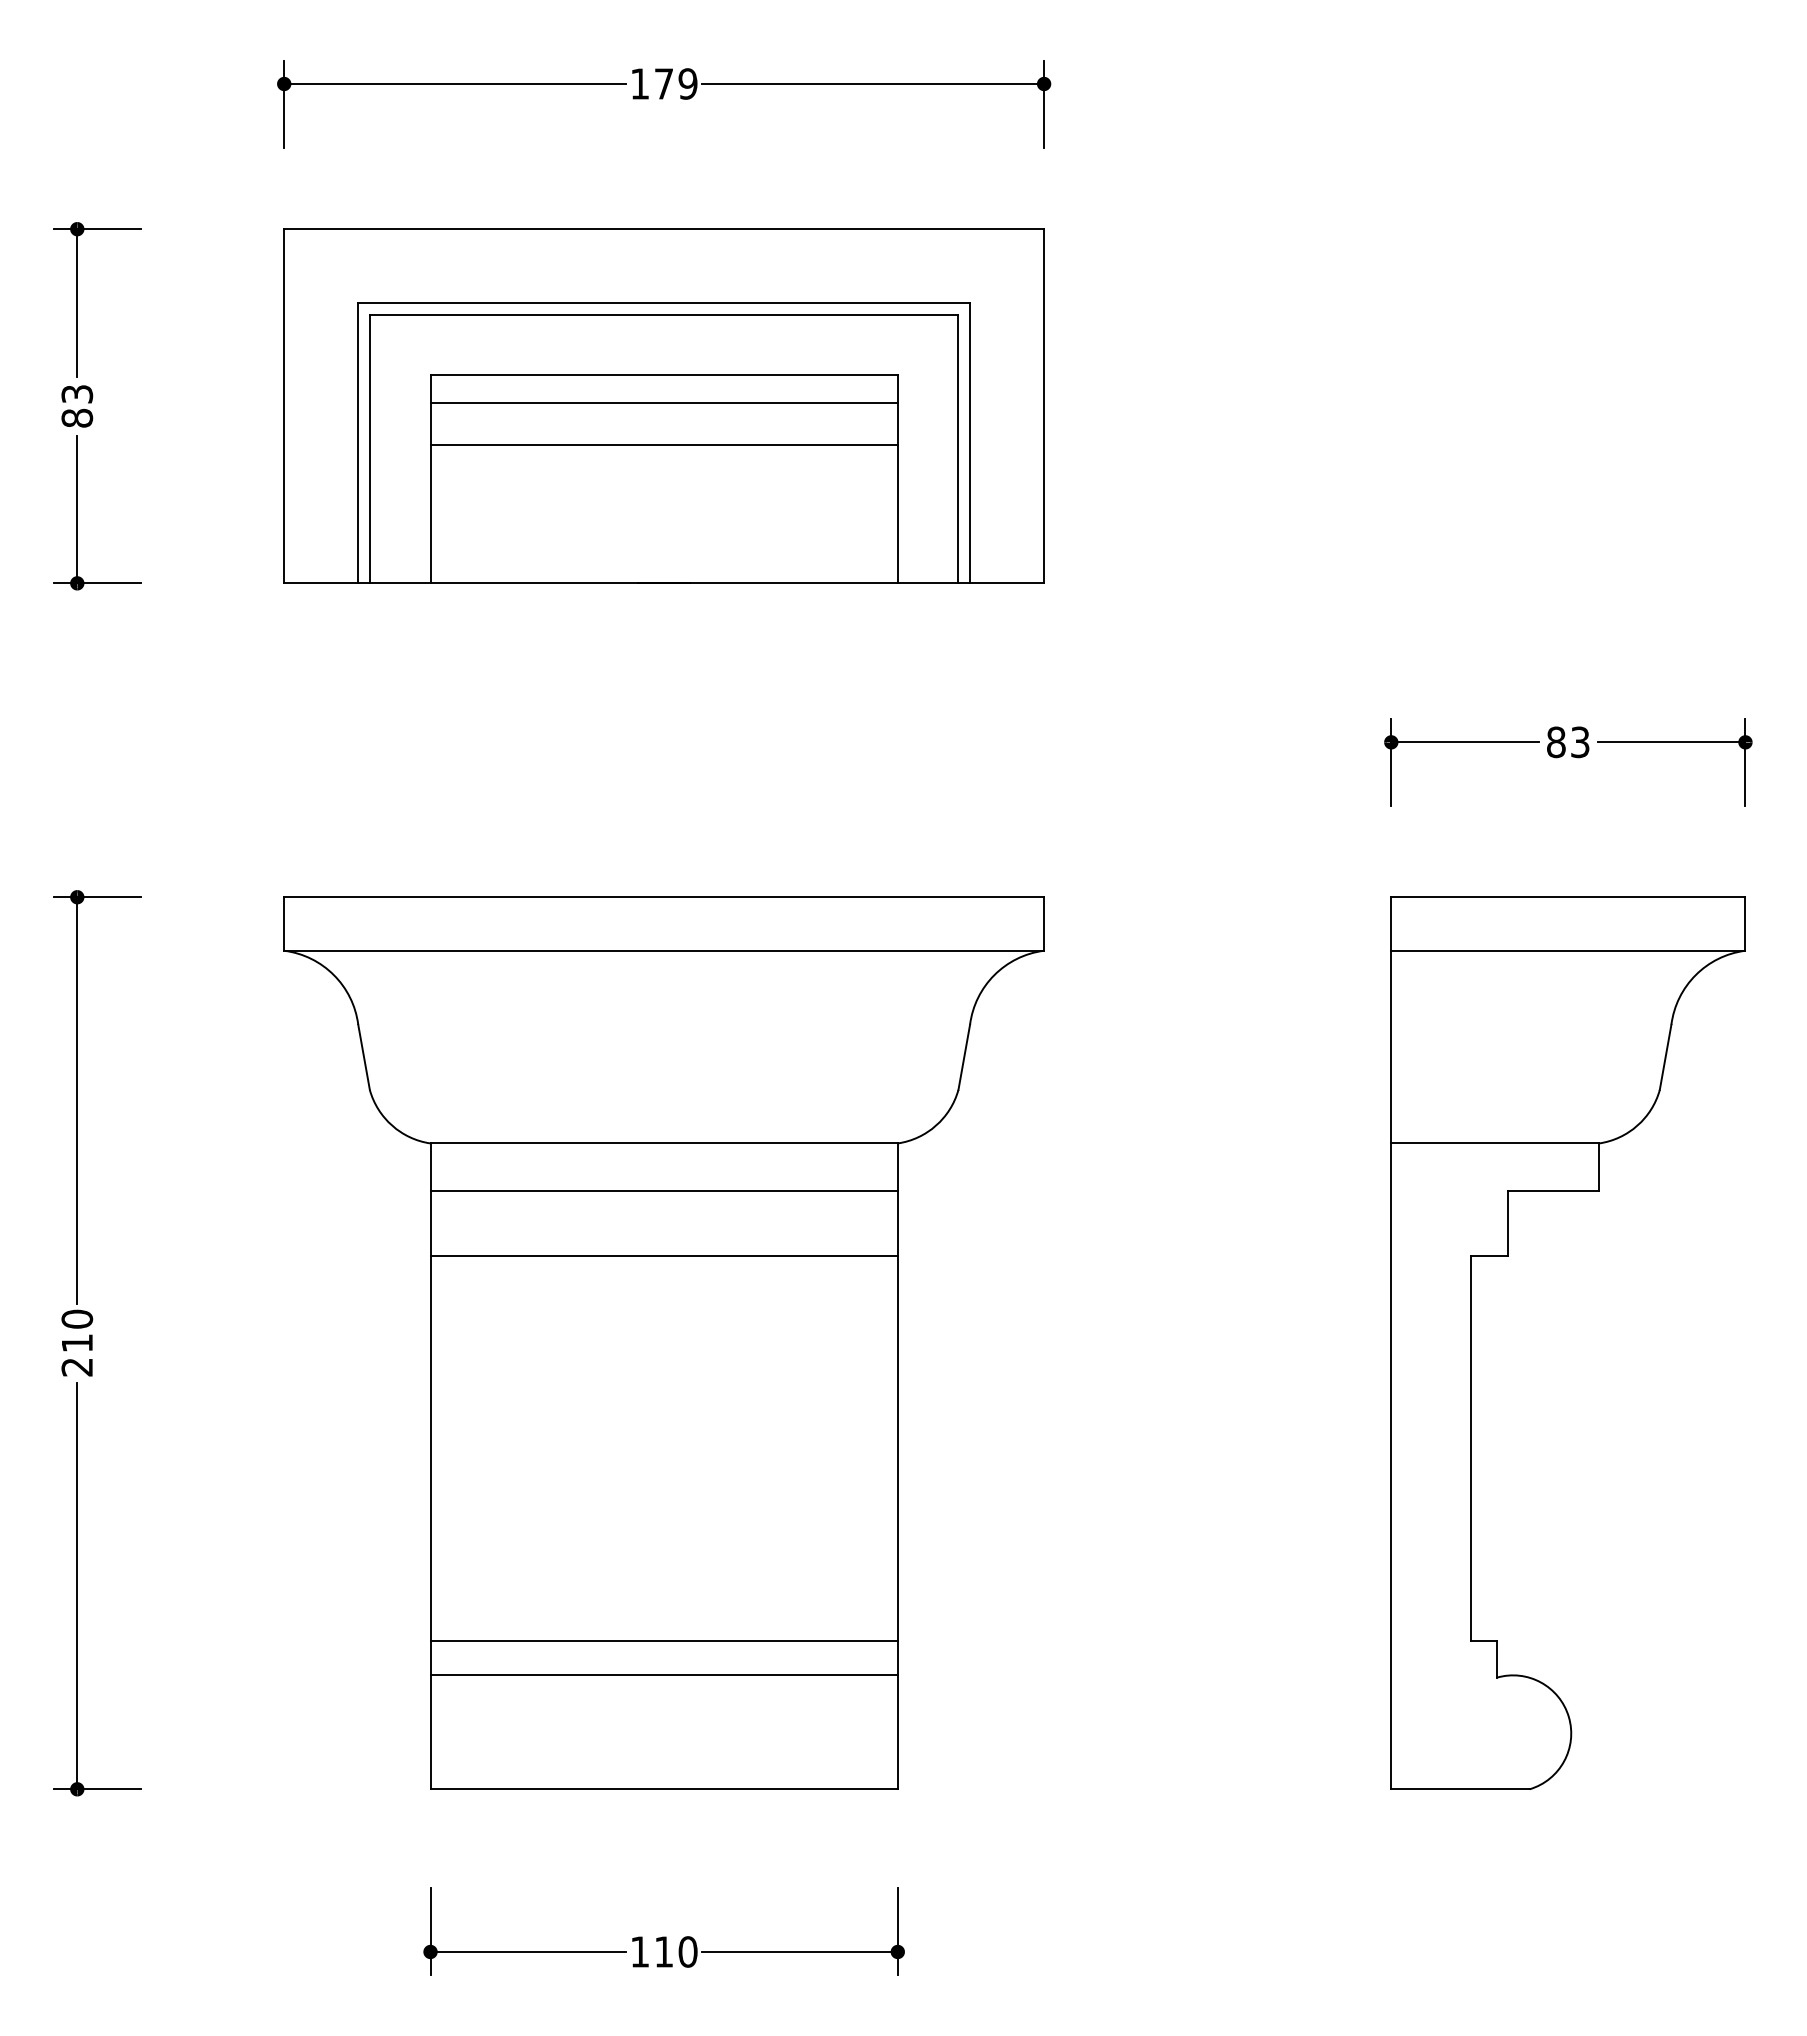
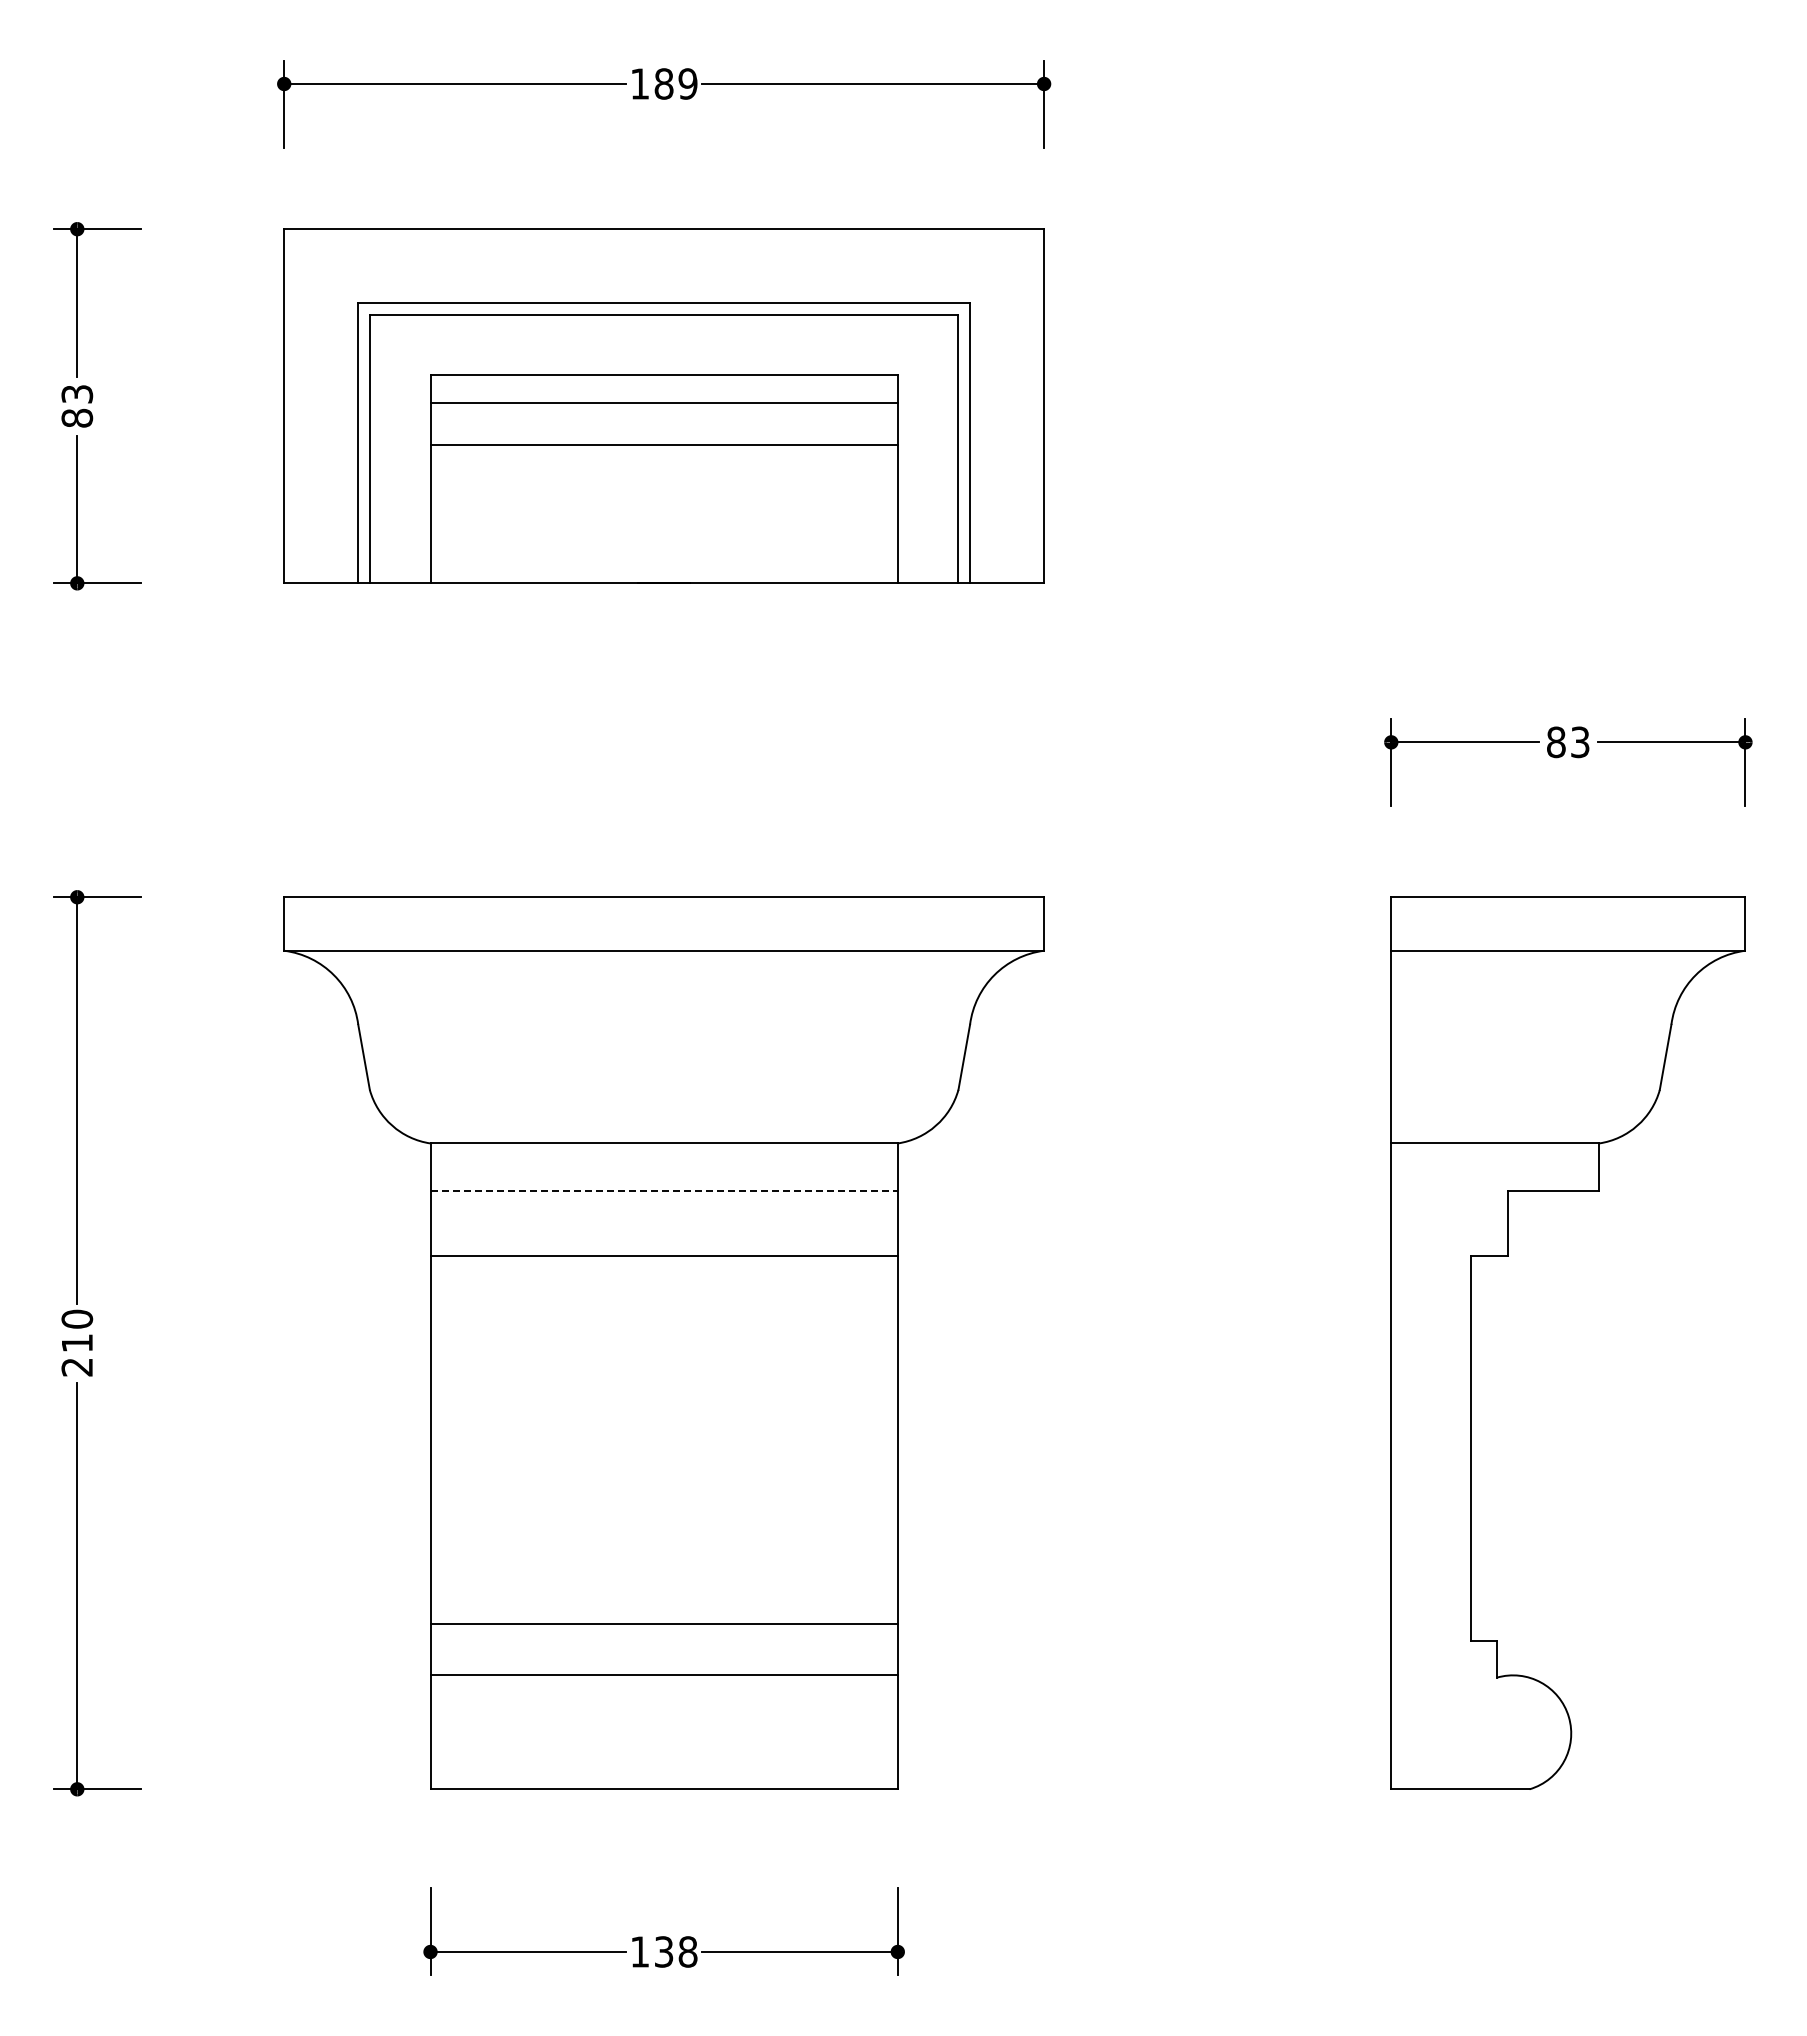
text at (663, 83): 179 -> 189
line at (664, 1190): solid -> dashed
line at (663, 1641) position: (663, 1641) -> (663, 1624)
text at (676, 1951): 110 -> 138
